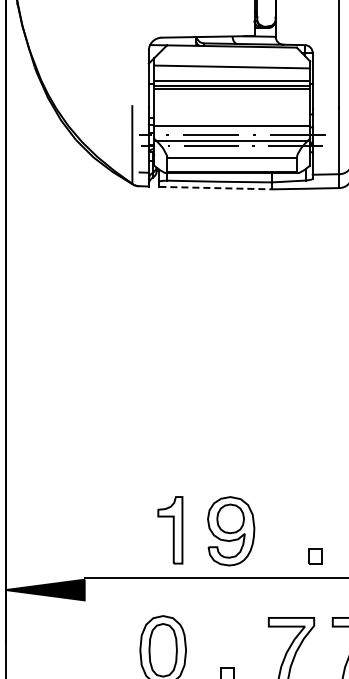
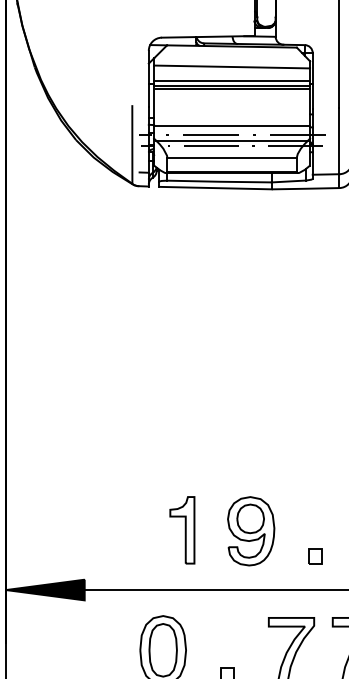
line at (216, 188): dashed -> solid
part at (170, 530) position: (170, 530) -> (182, 530)
part at (231, 531) position: (231, 531) -> (251, 531)
line at (214, 578) position: (214, 578) -> (214, 590)
